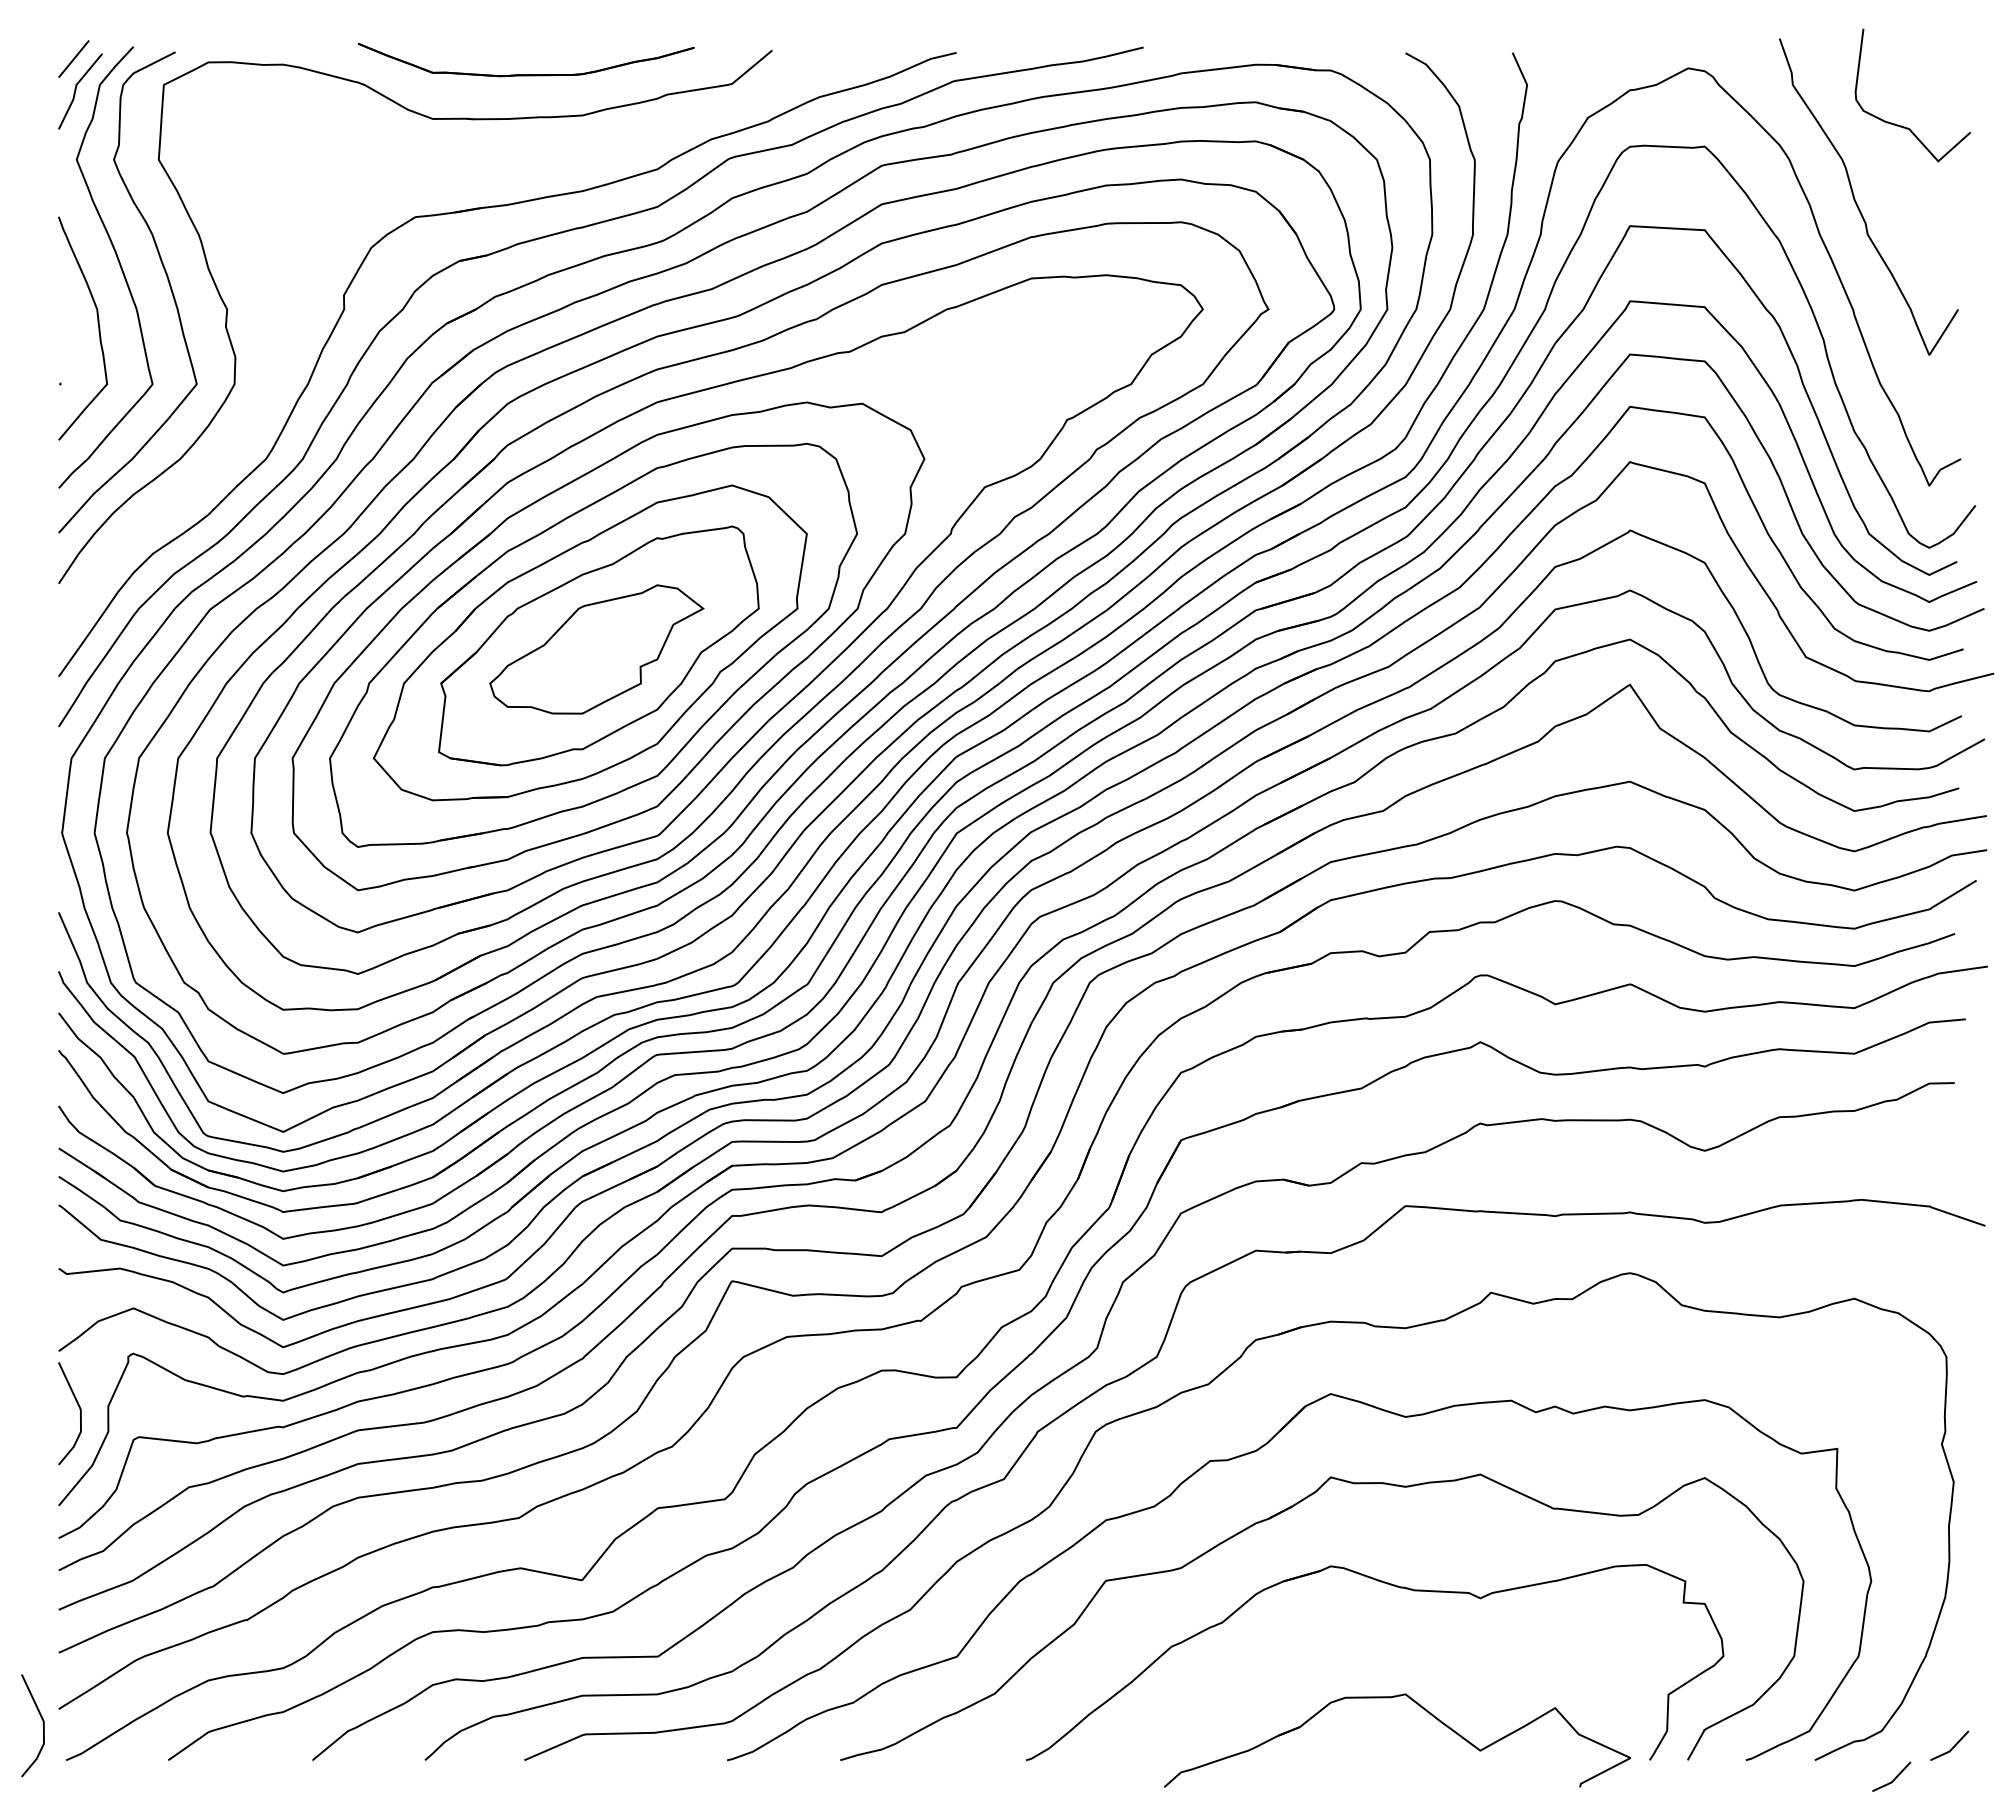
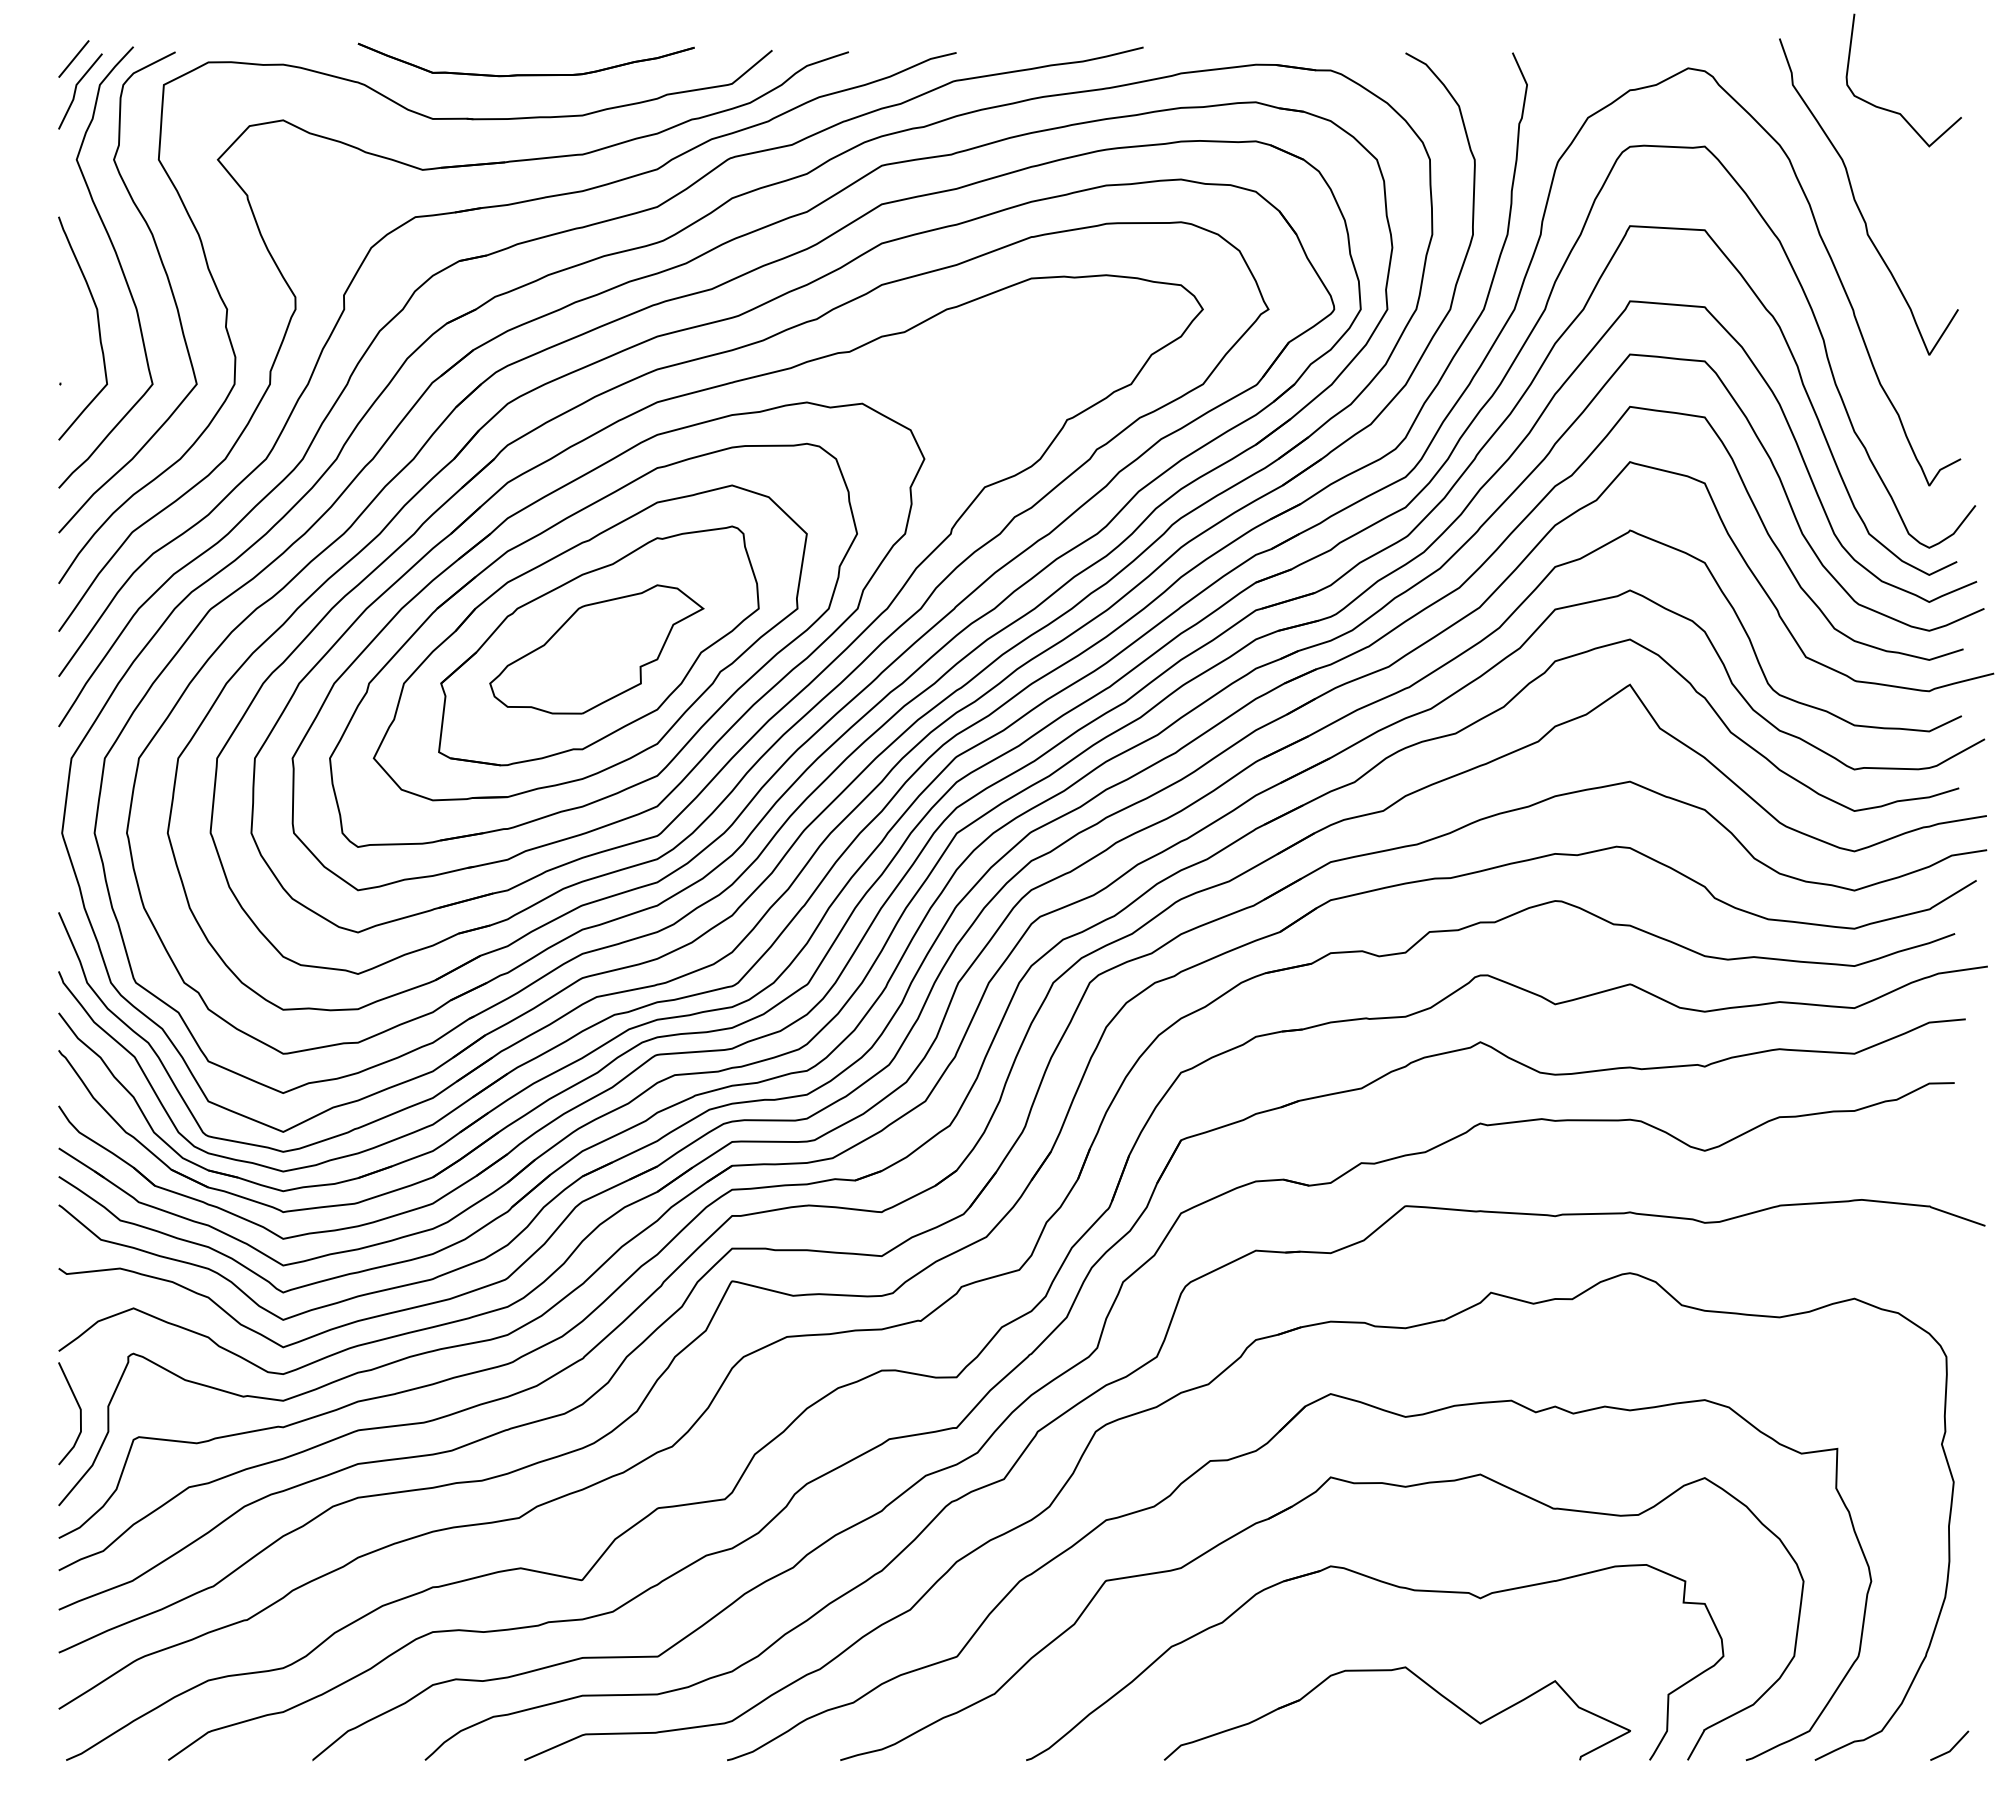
curve at (1901, 125) position: (1901, 125) -> (1892, 110)
part at (296, 309): none -> present
part at (1420, 1707) position: (1420, 1707) -> (1420, 1680)
line at (42, 1721): present -> none
line at (1894, 1778): present -> none
